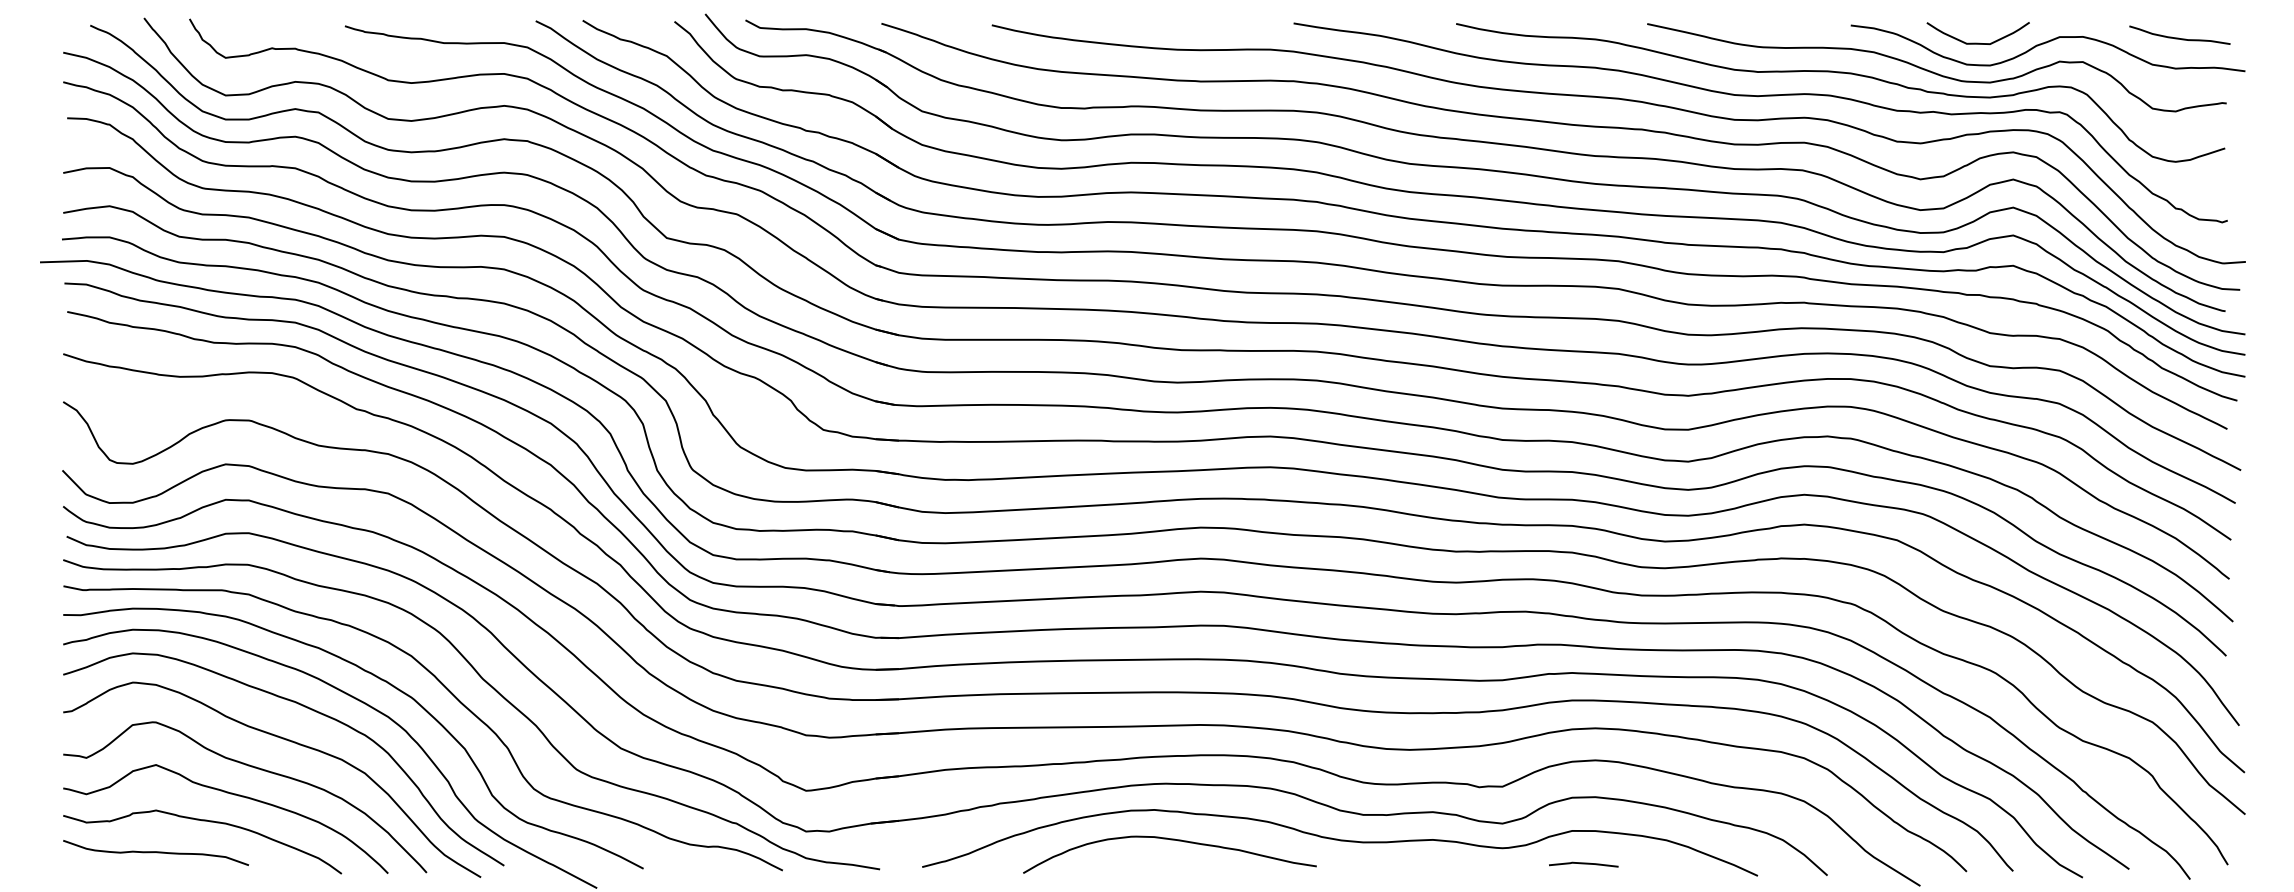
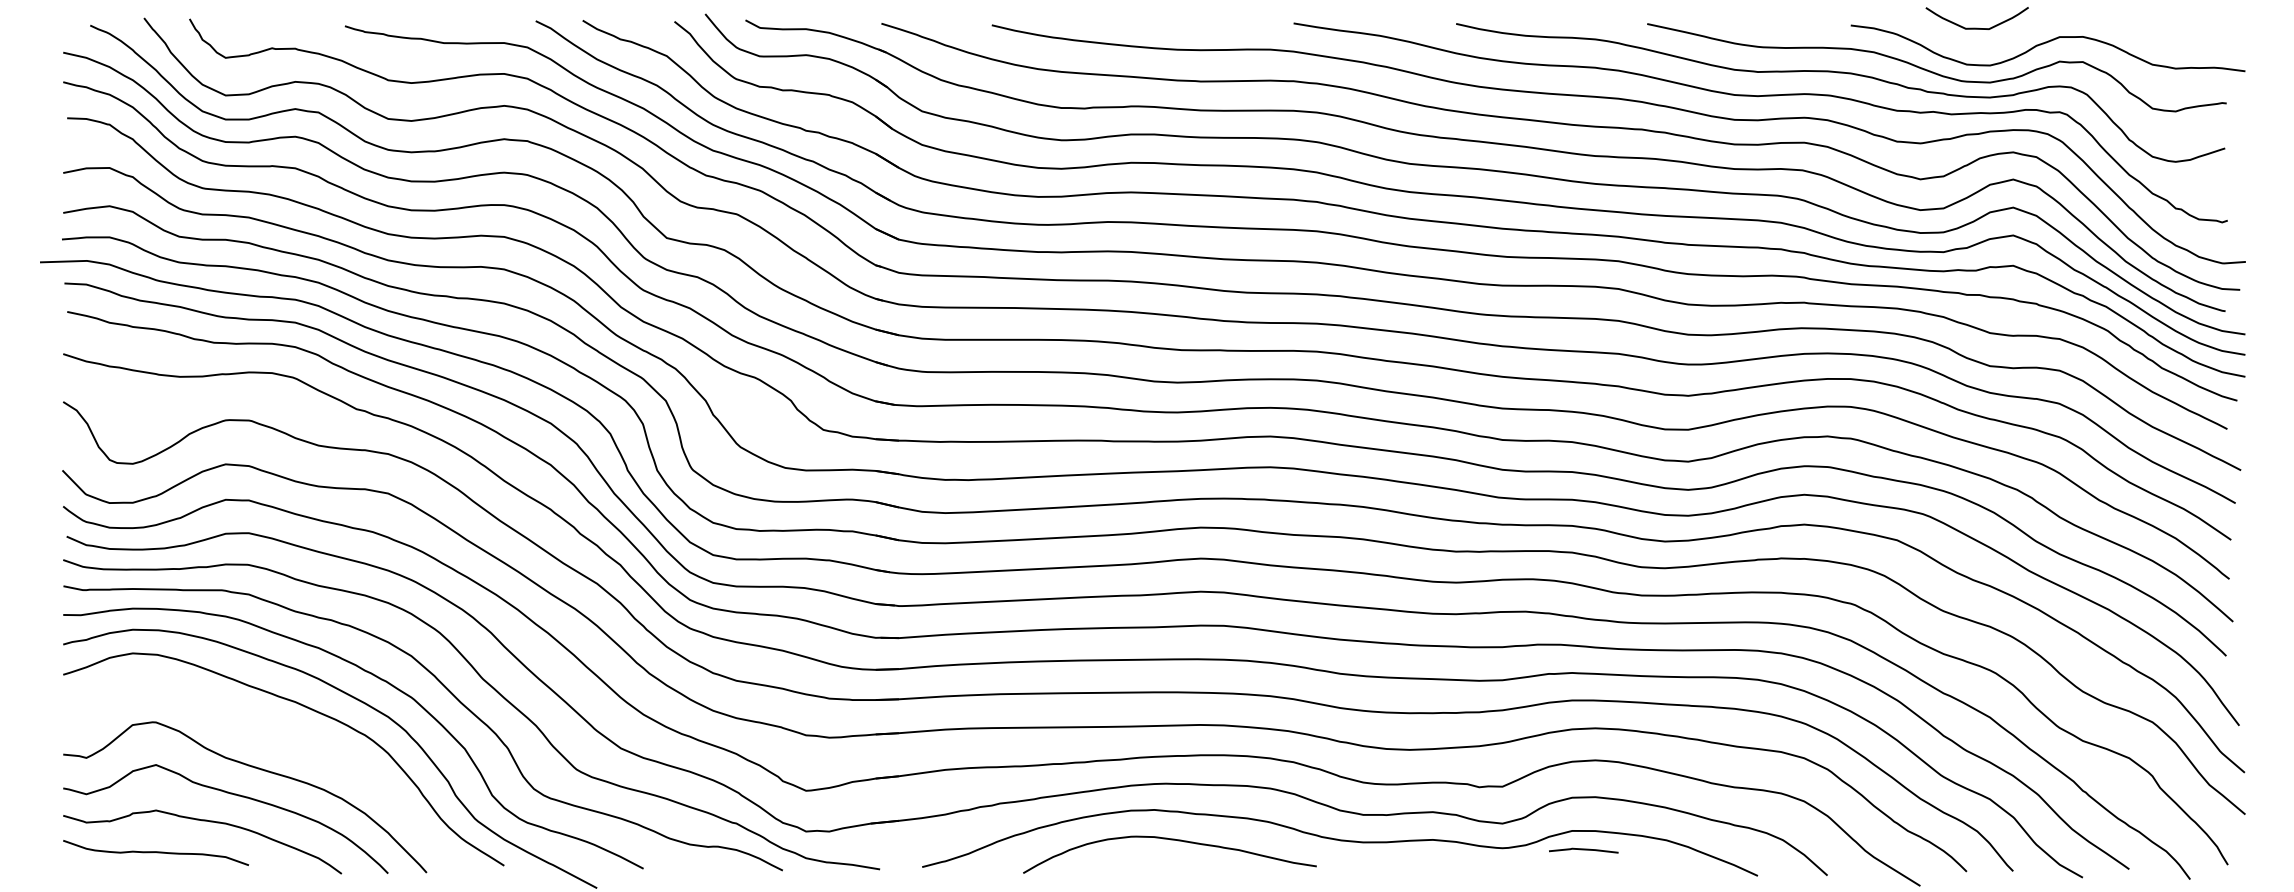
curve at (2178, 37): present -> none
curve at (1977, 42) position: (1977, 42) -> (1976, 27)
curve at (285, 740): present -> none
line at (1583, 864) position: (1583, 864) -> (1583, 850)
